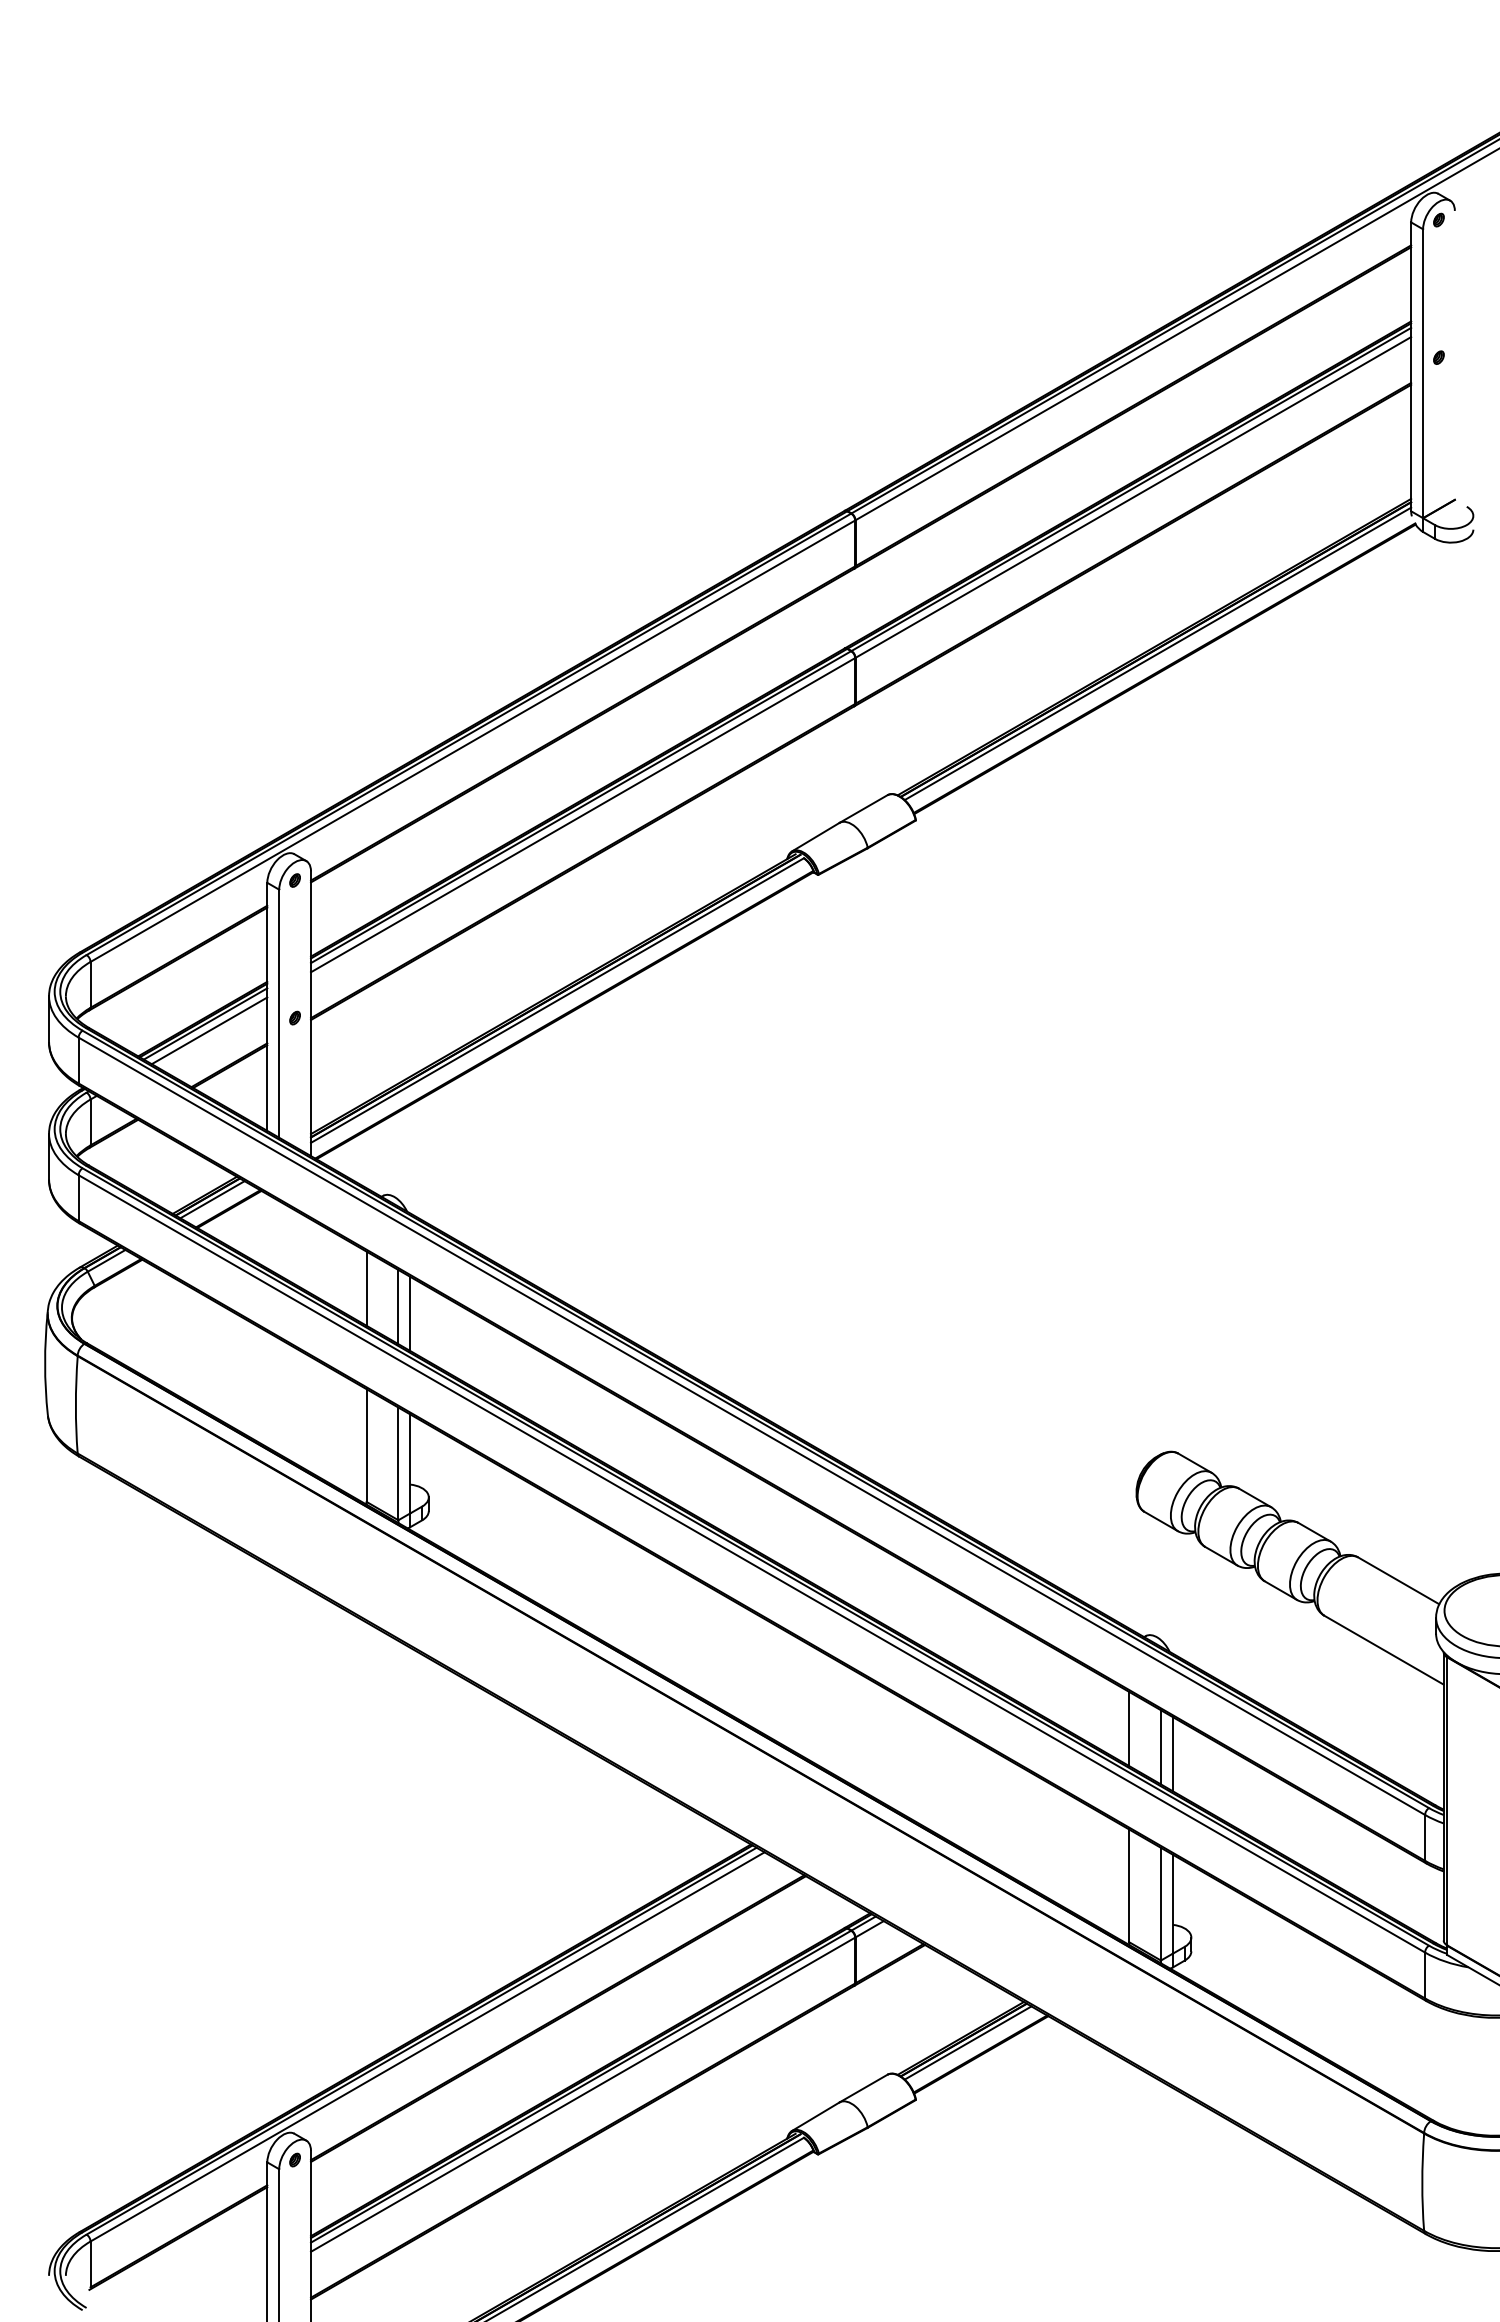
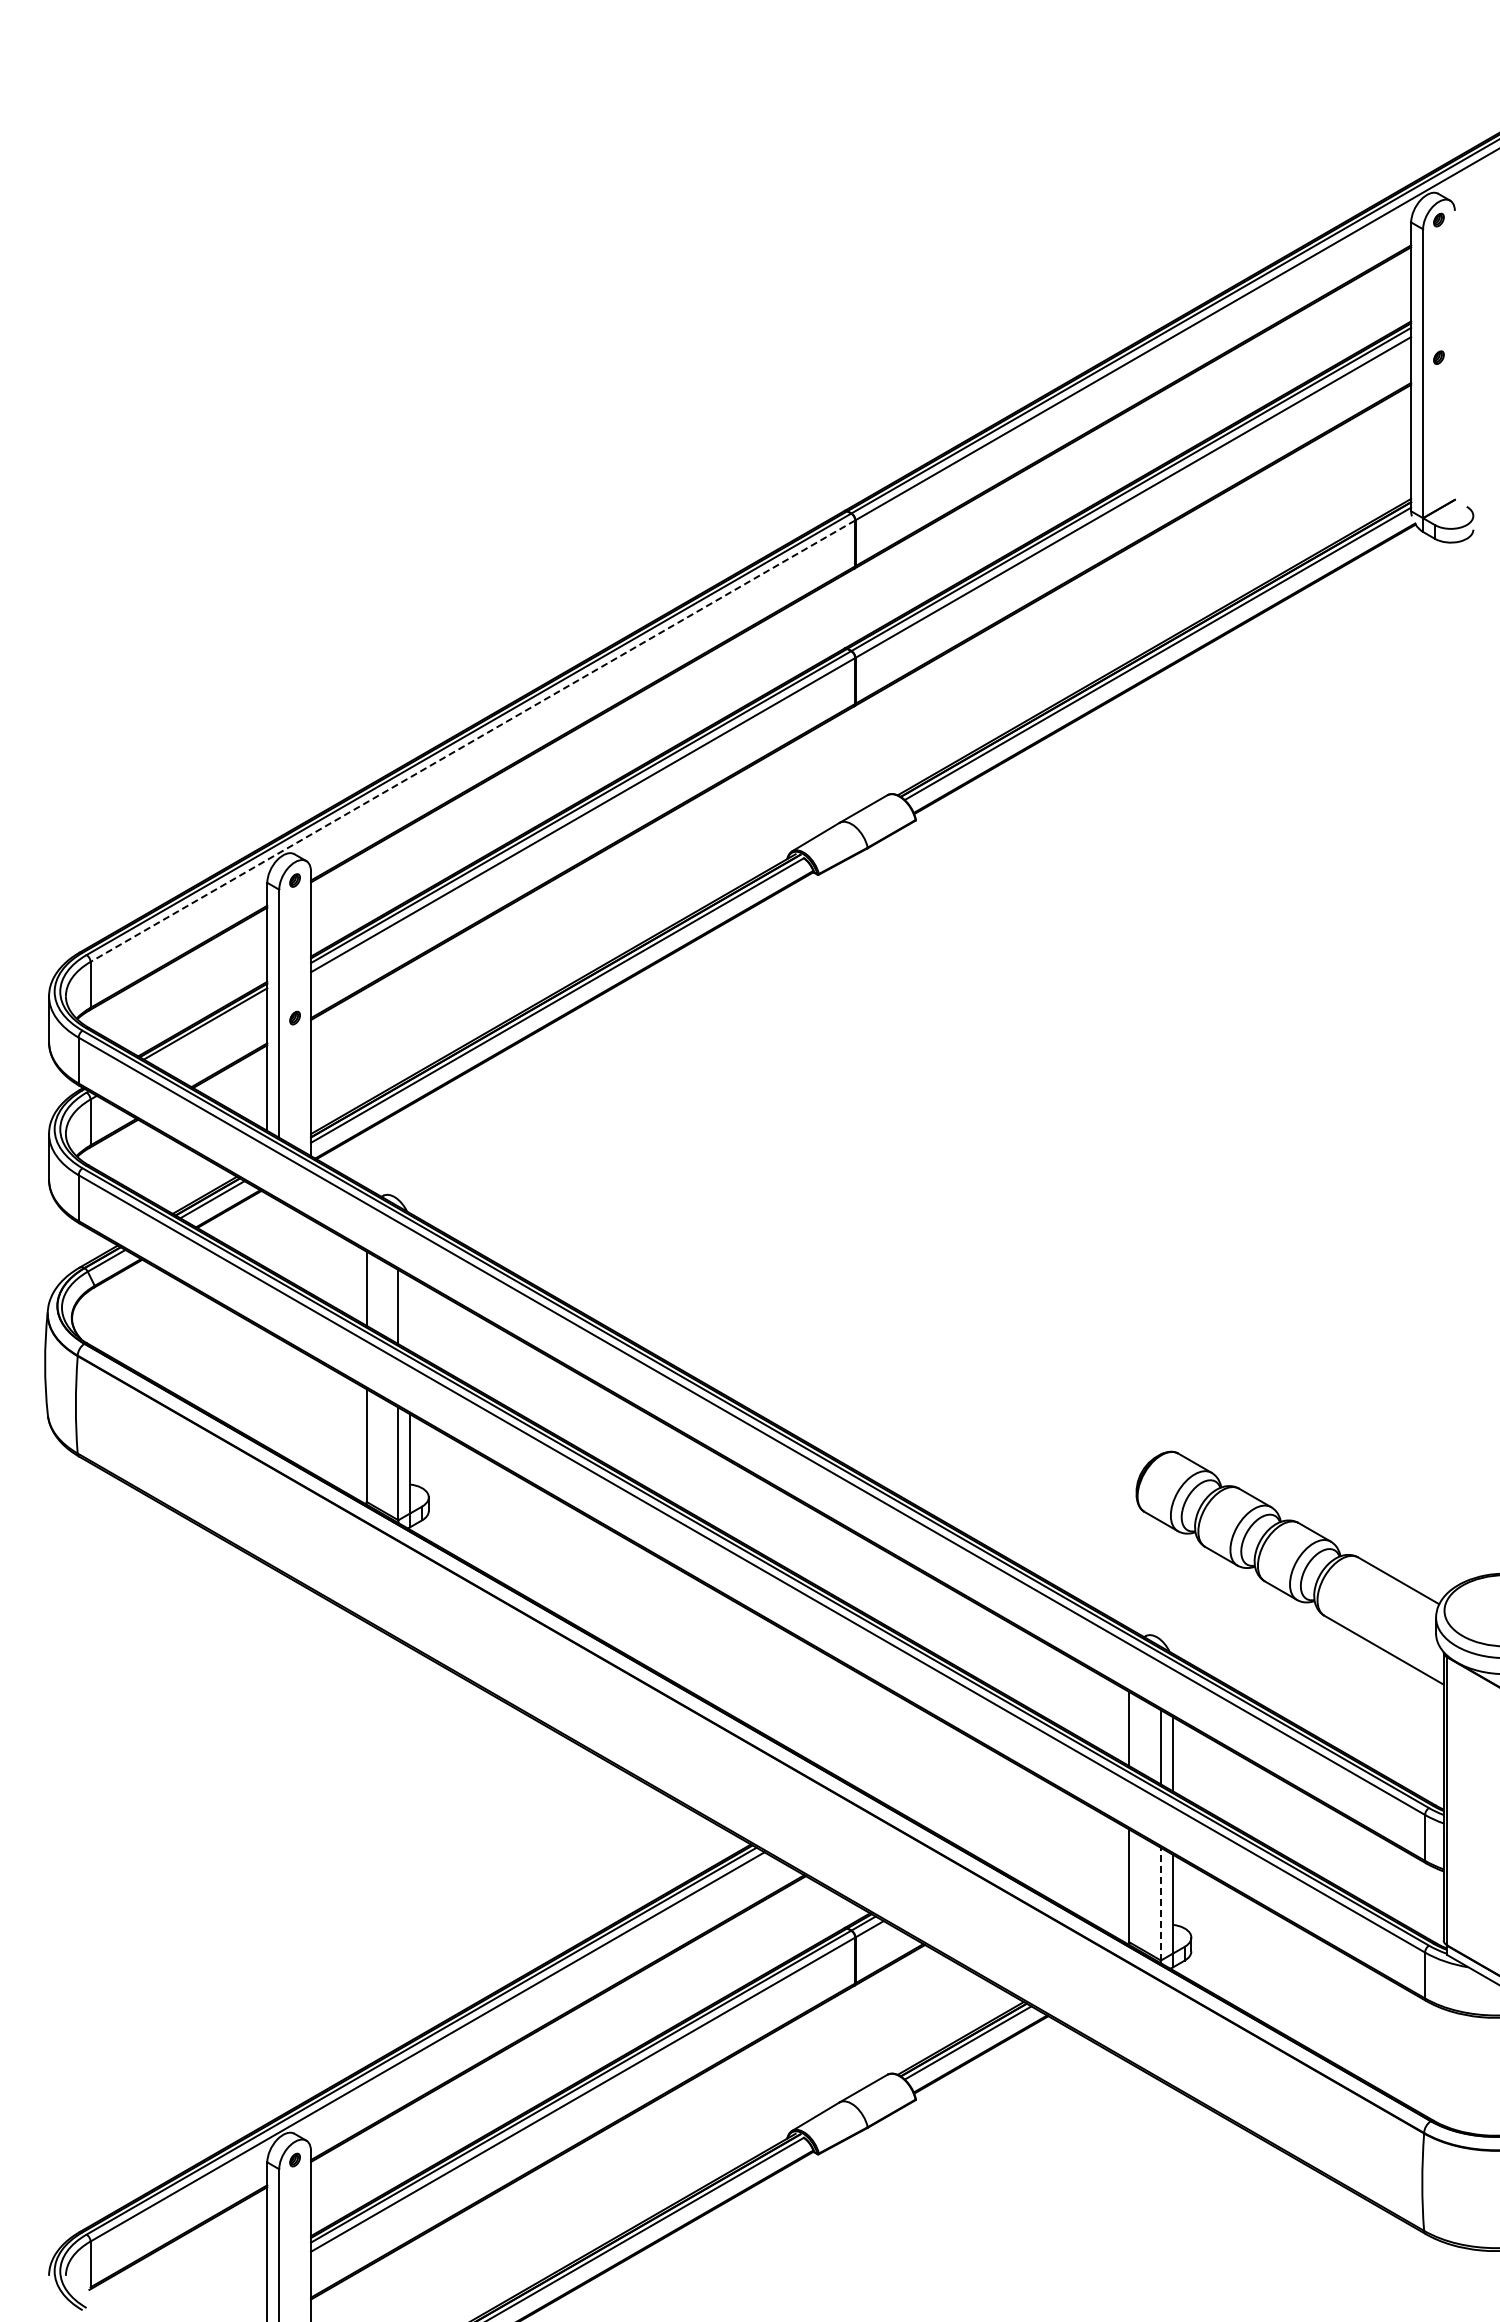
line at (472, 741): solid -> dashed
line at (209, 1030): present -> none
line at (410, 1313): present -> none
line at (1160, 1903): solid -> dashed
